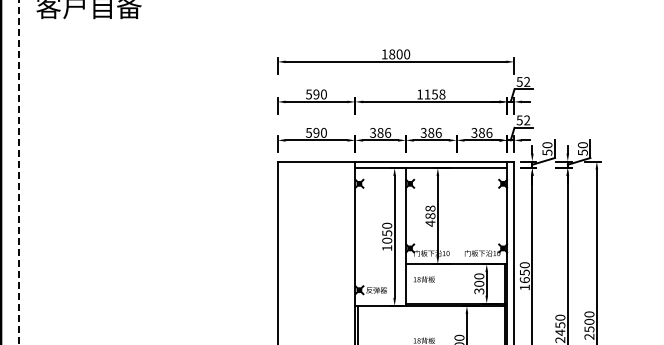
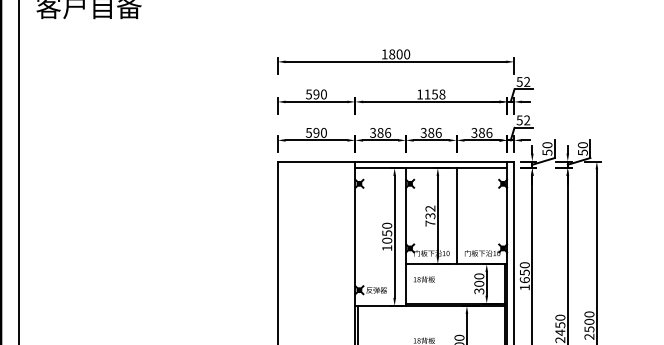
line at (18, 172): dashed -> solid
text at (430, 215): 488 -> 732
line at (456, 216): none -> present
